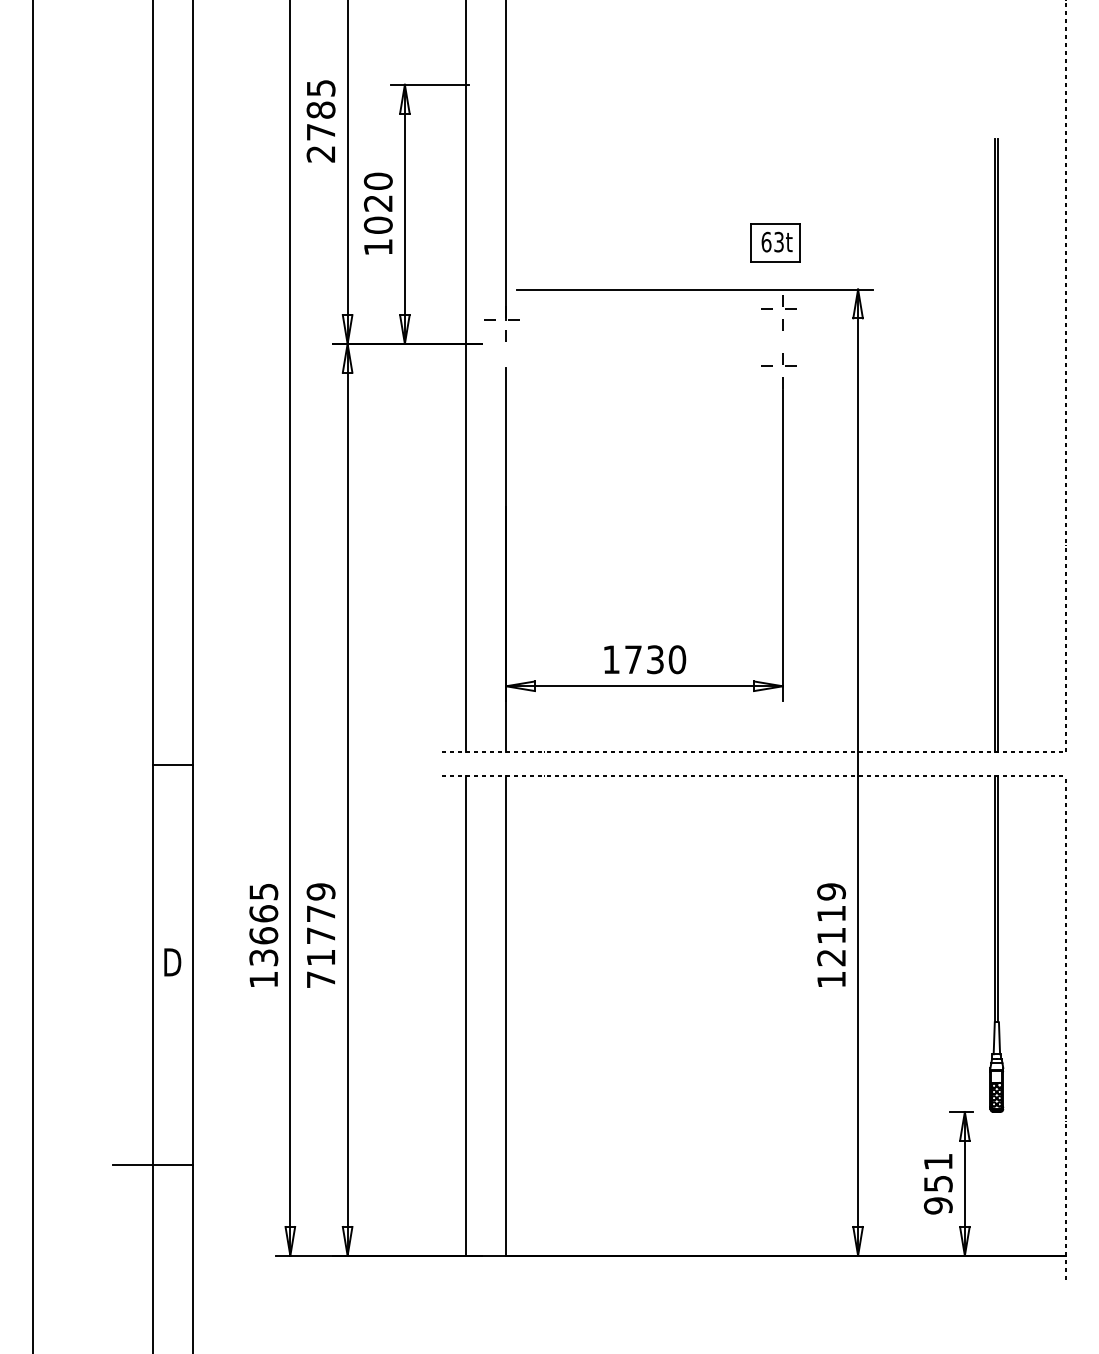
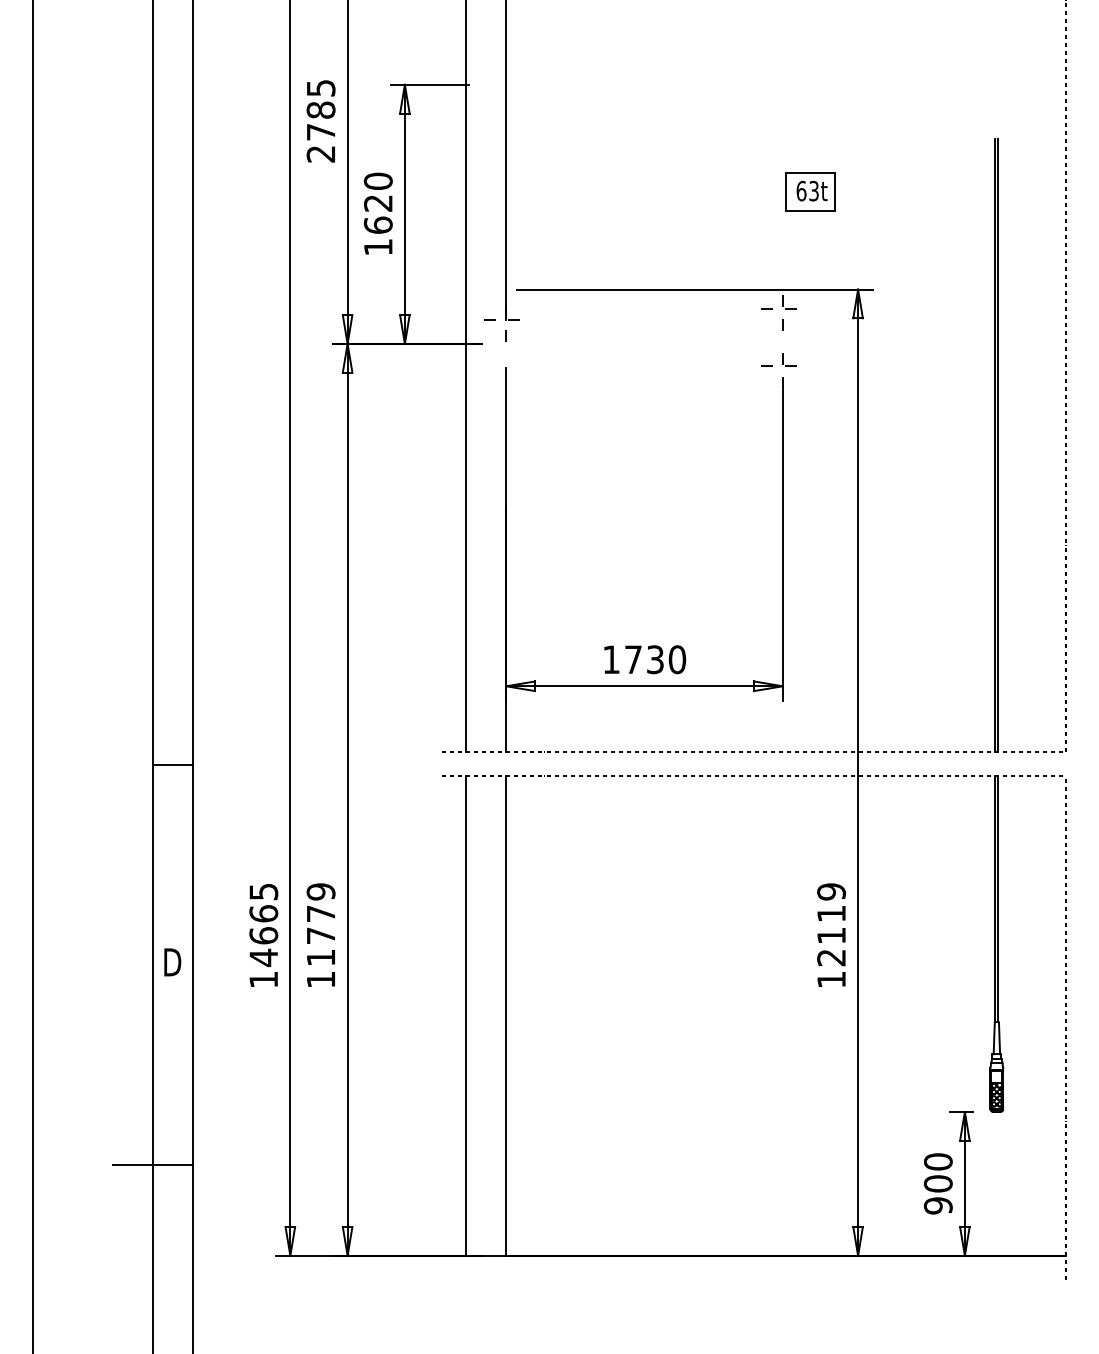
text at (377, 224): 1020 -> 1620
part at (775, 242) position: (775, 242) -> (810, 191)
text at (263, 957): 13665 -> 14665
text at (320, 979): 71779 -> 11779
text at (937, 1172): 951 -> 900
